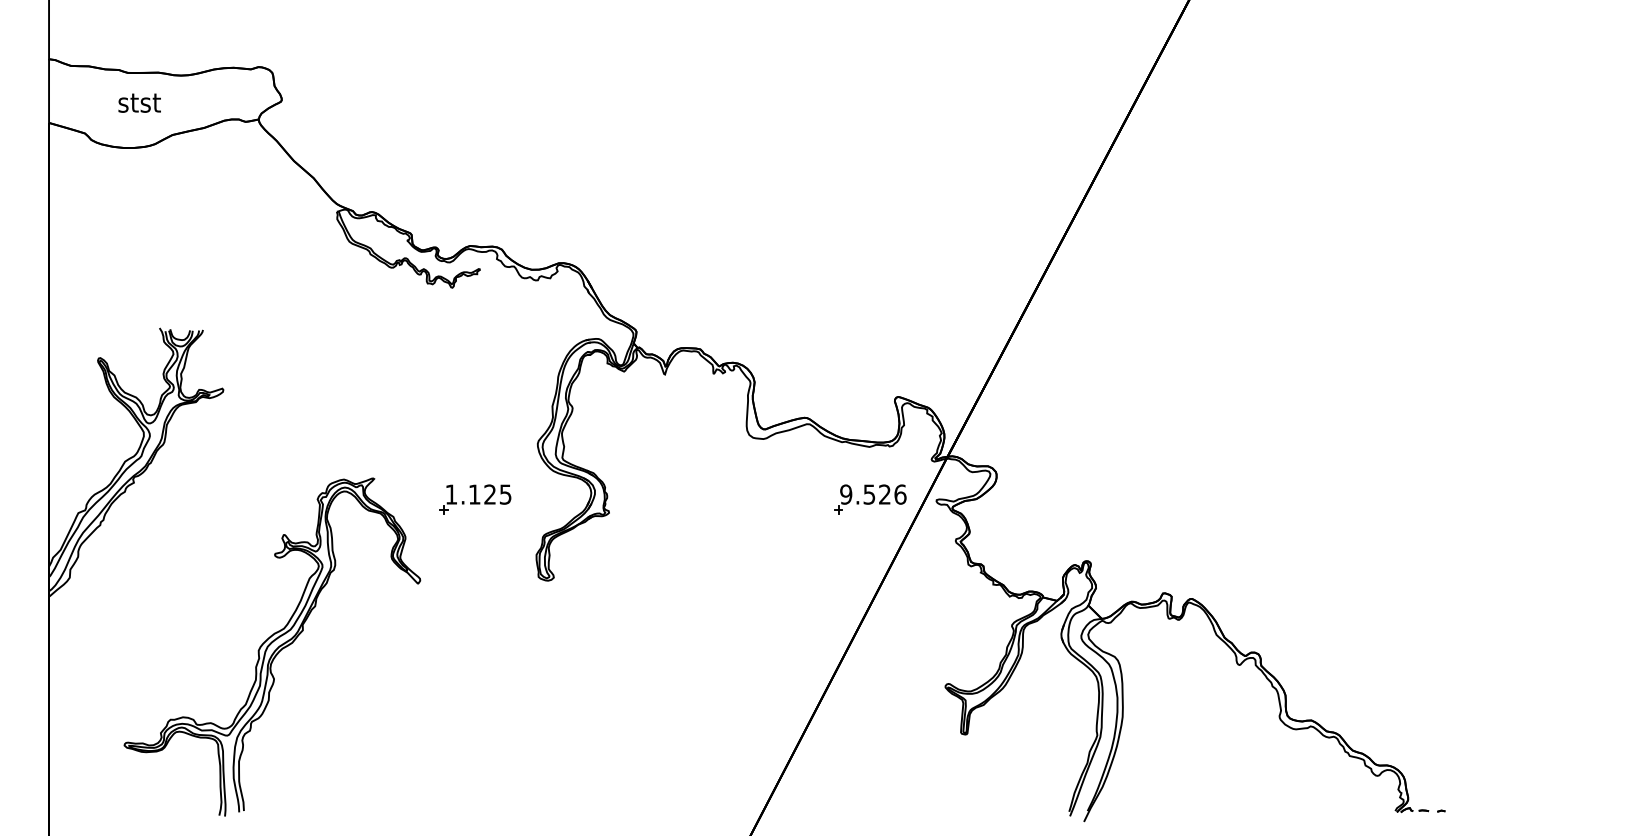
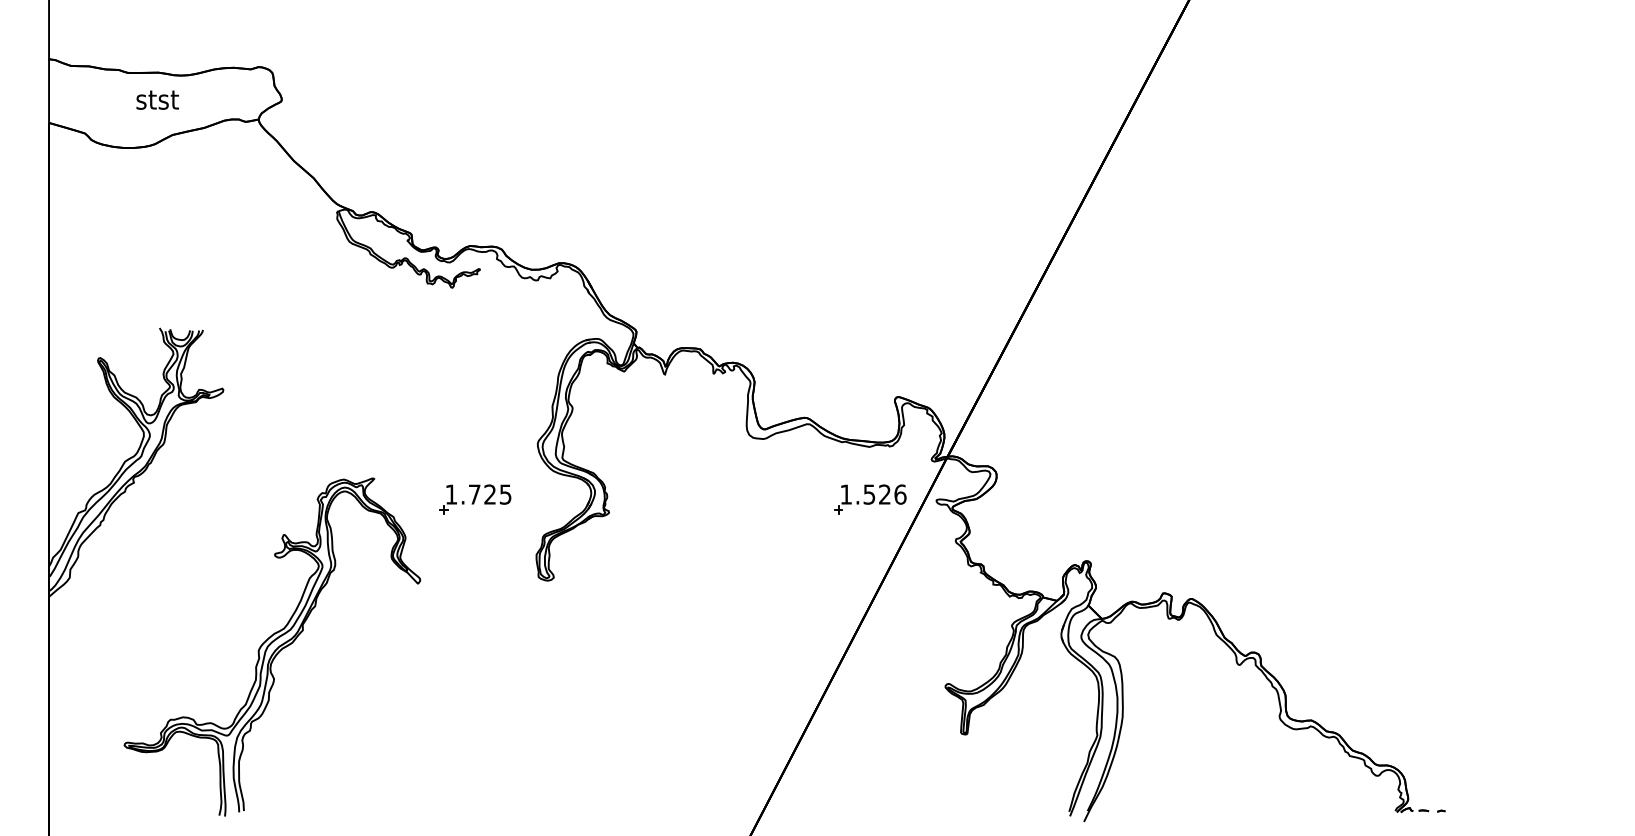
text at (139, 102) position: (139, 102) -> (157, 99)
text at (474, 494): 1.125 -> 1.725
text at (846, 494): 9.526 -> 1.526
